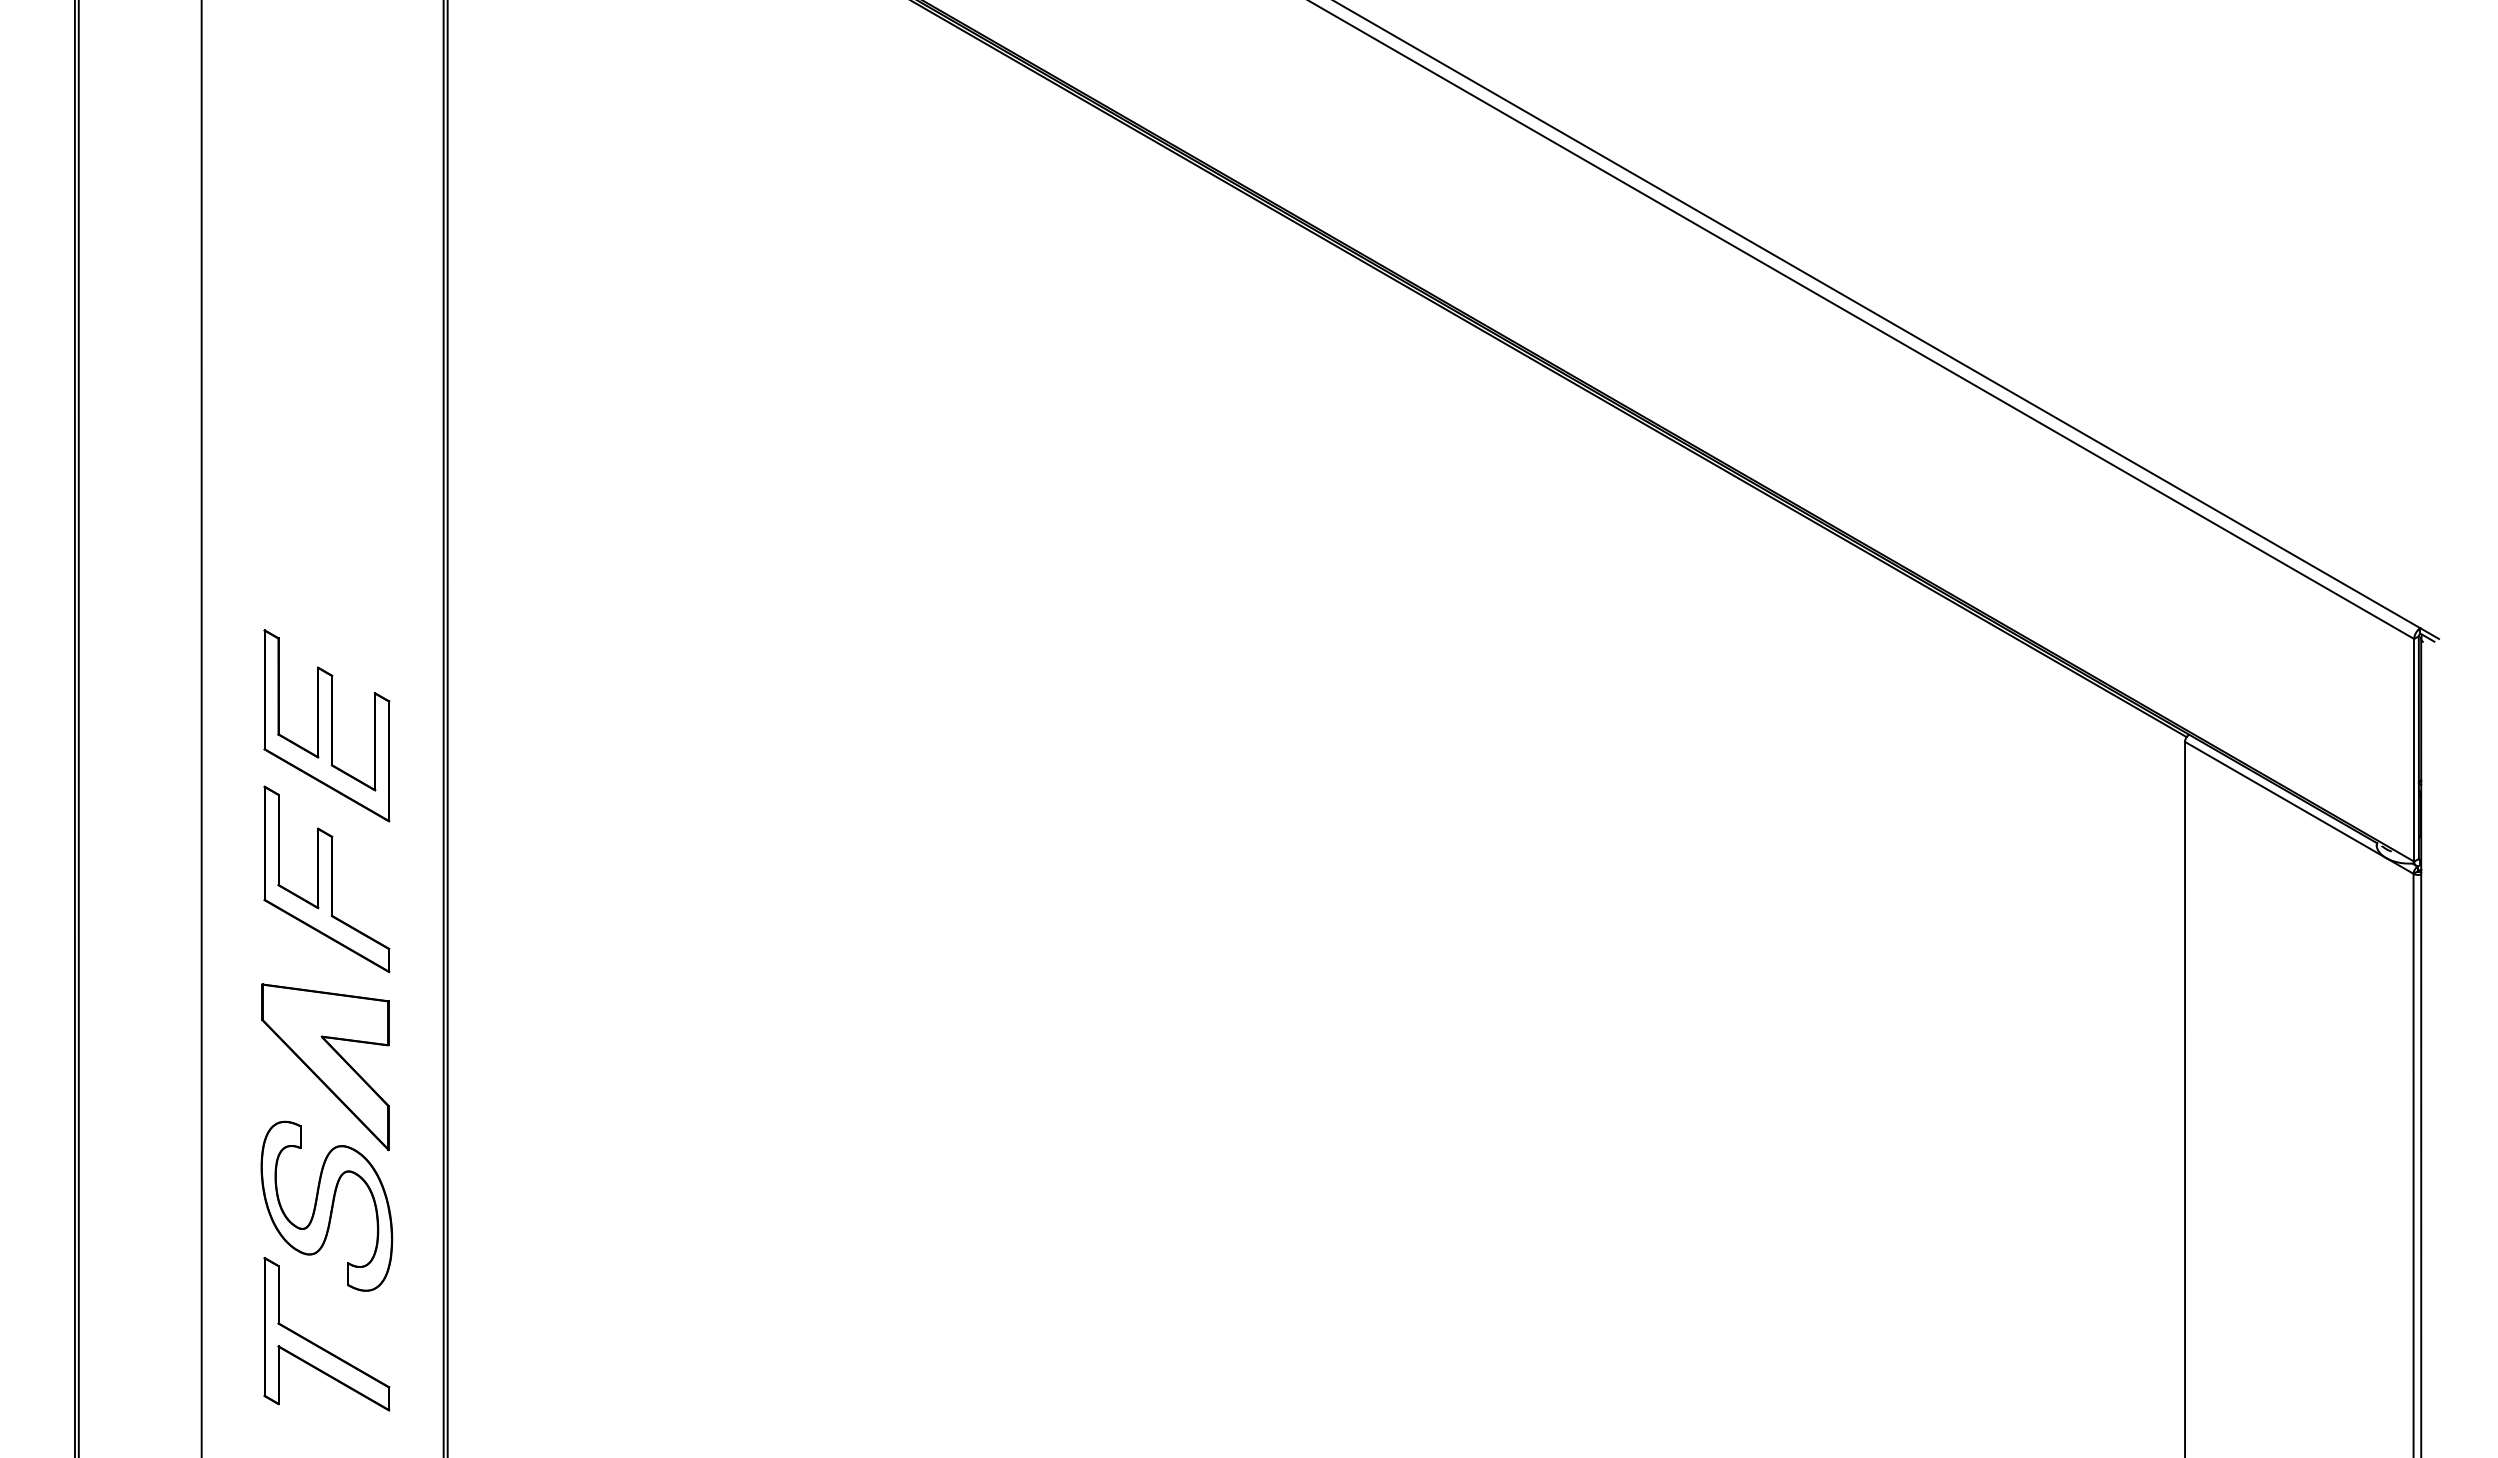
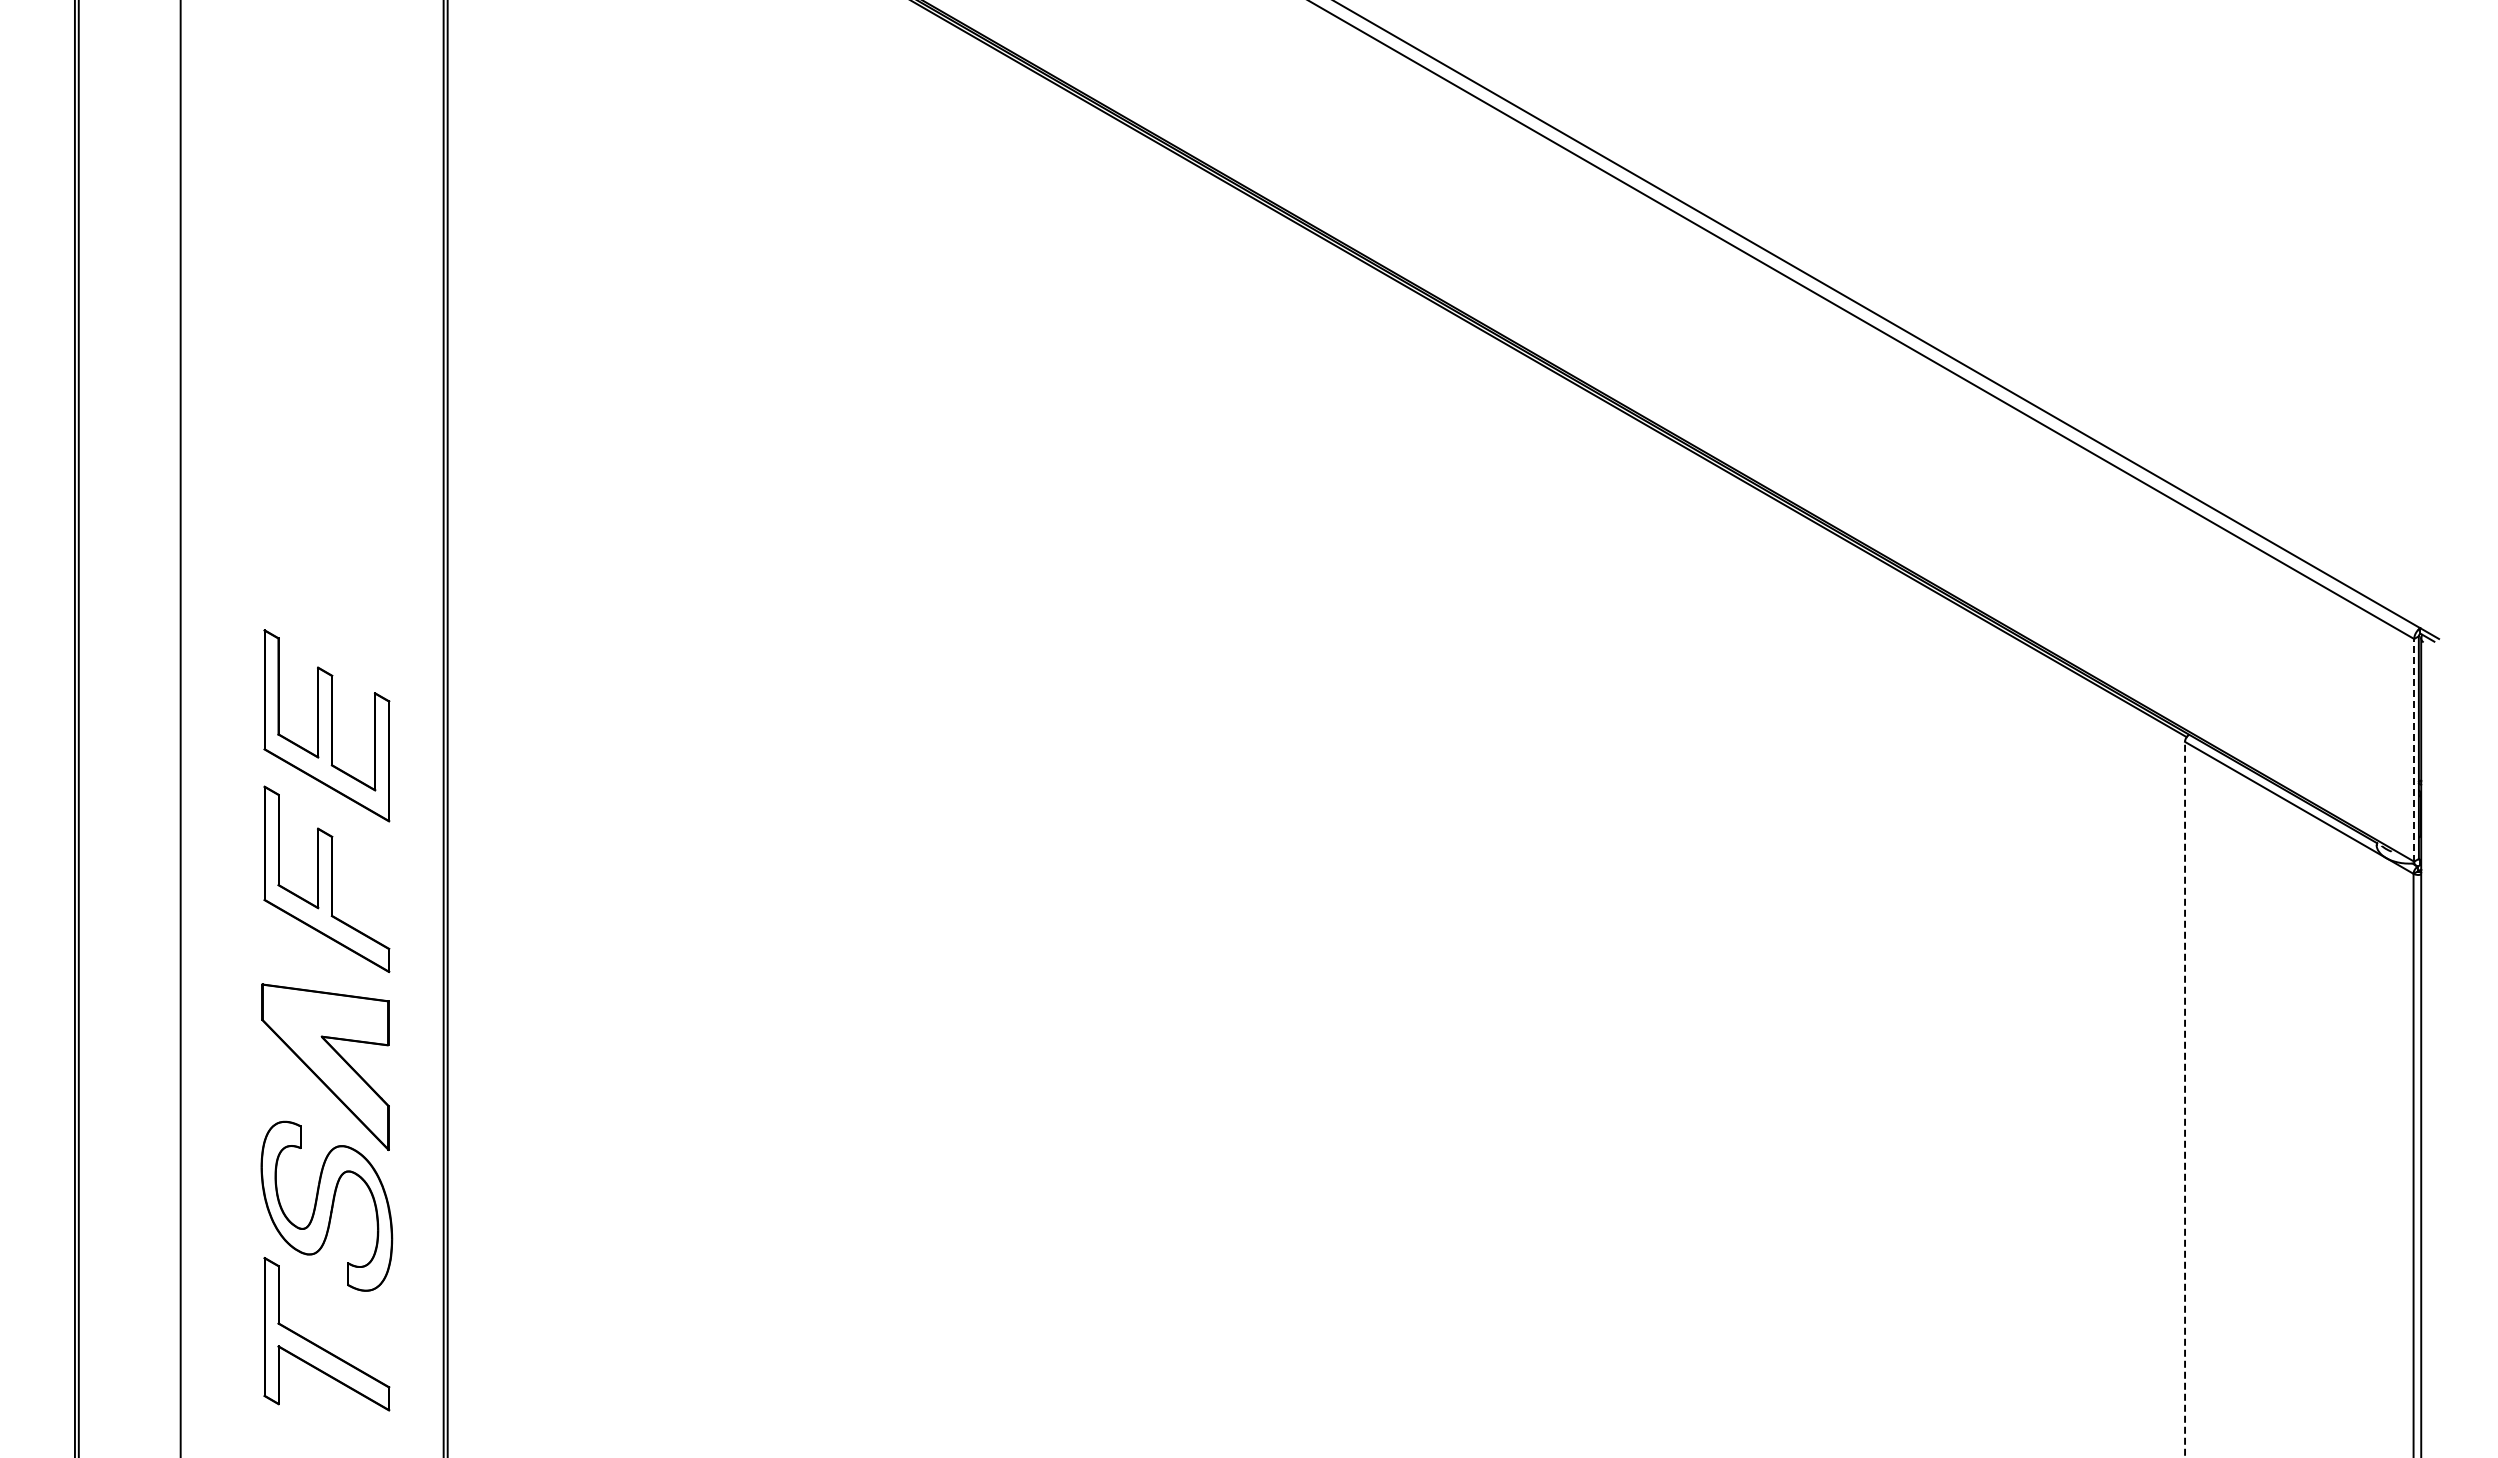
line at (201, 728) position: (201, 728) -> (180, 728)
line at (2414, 749): solid -> dashed
line at (2185, 1099): solid -> dashed
